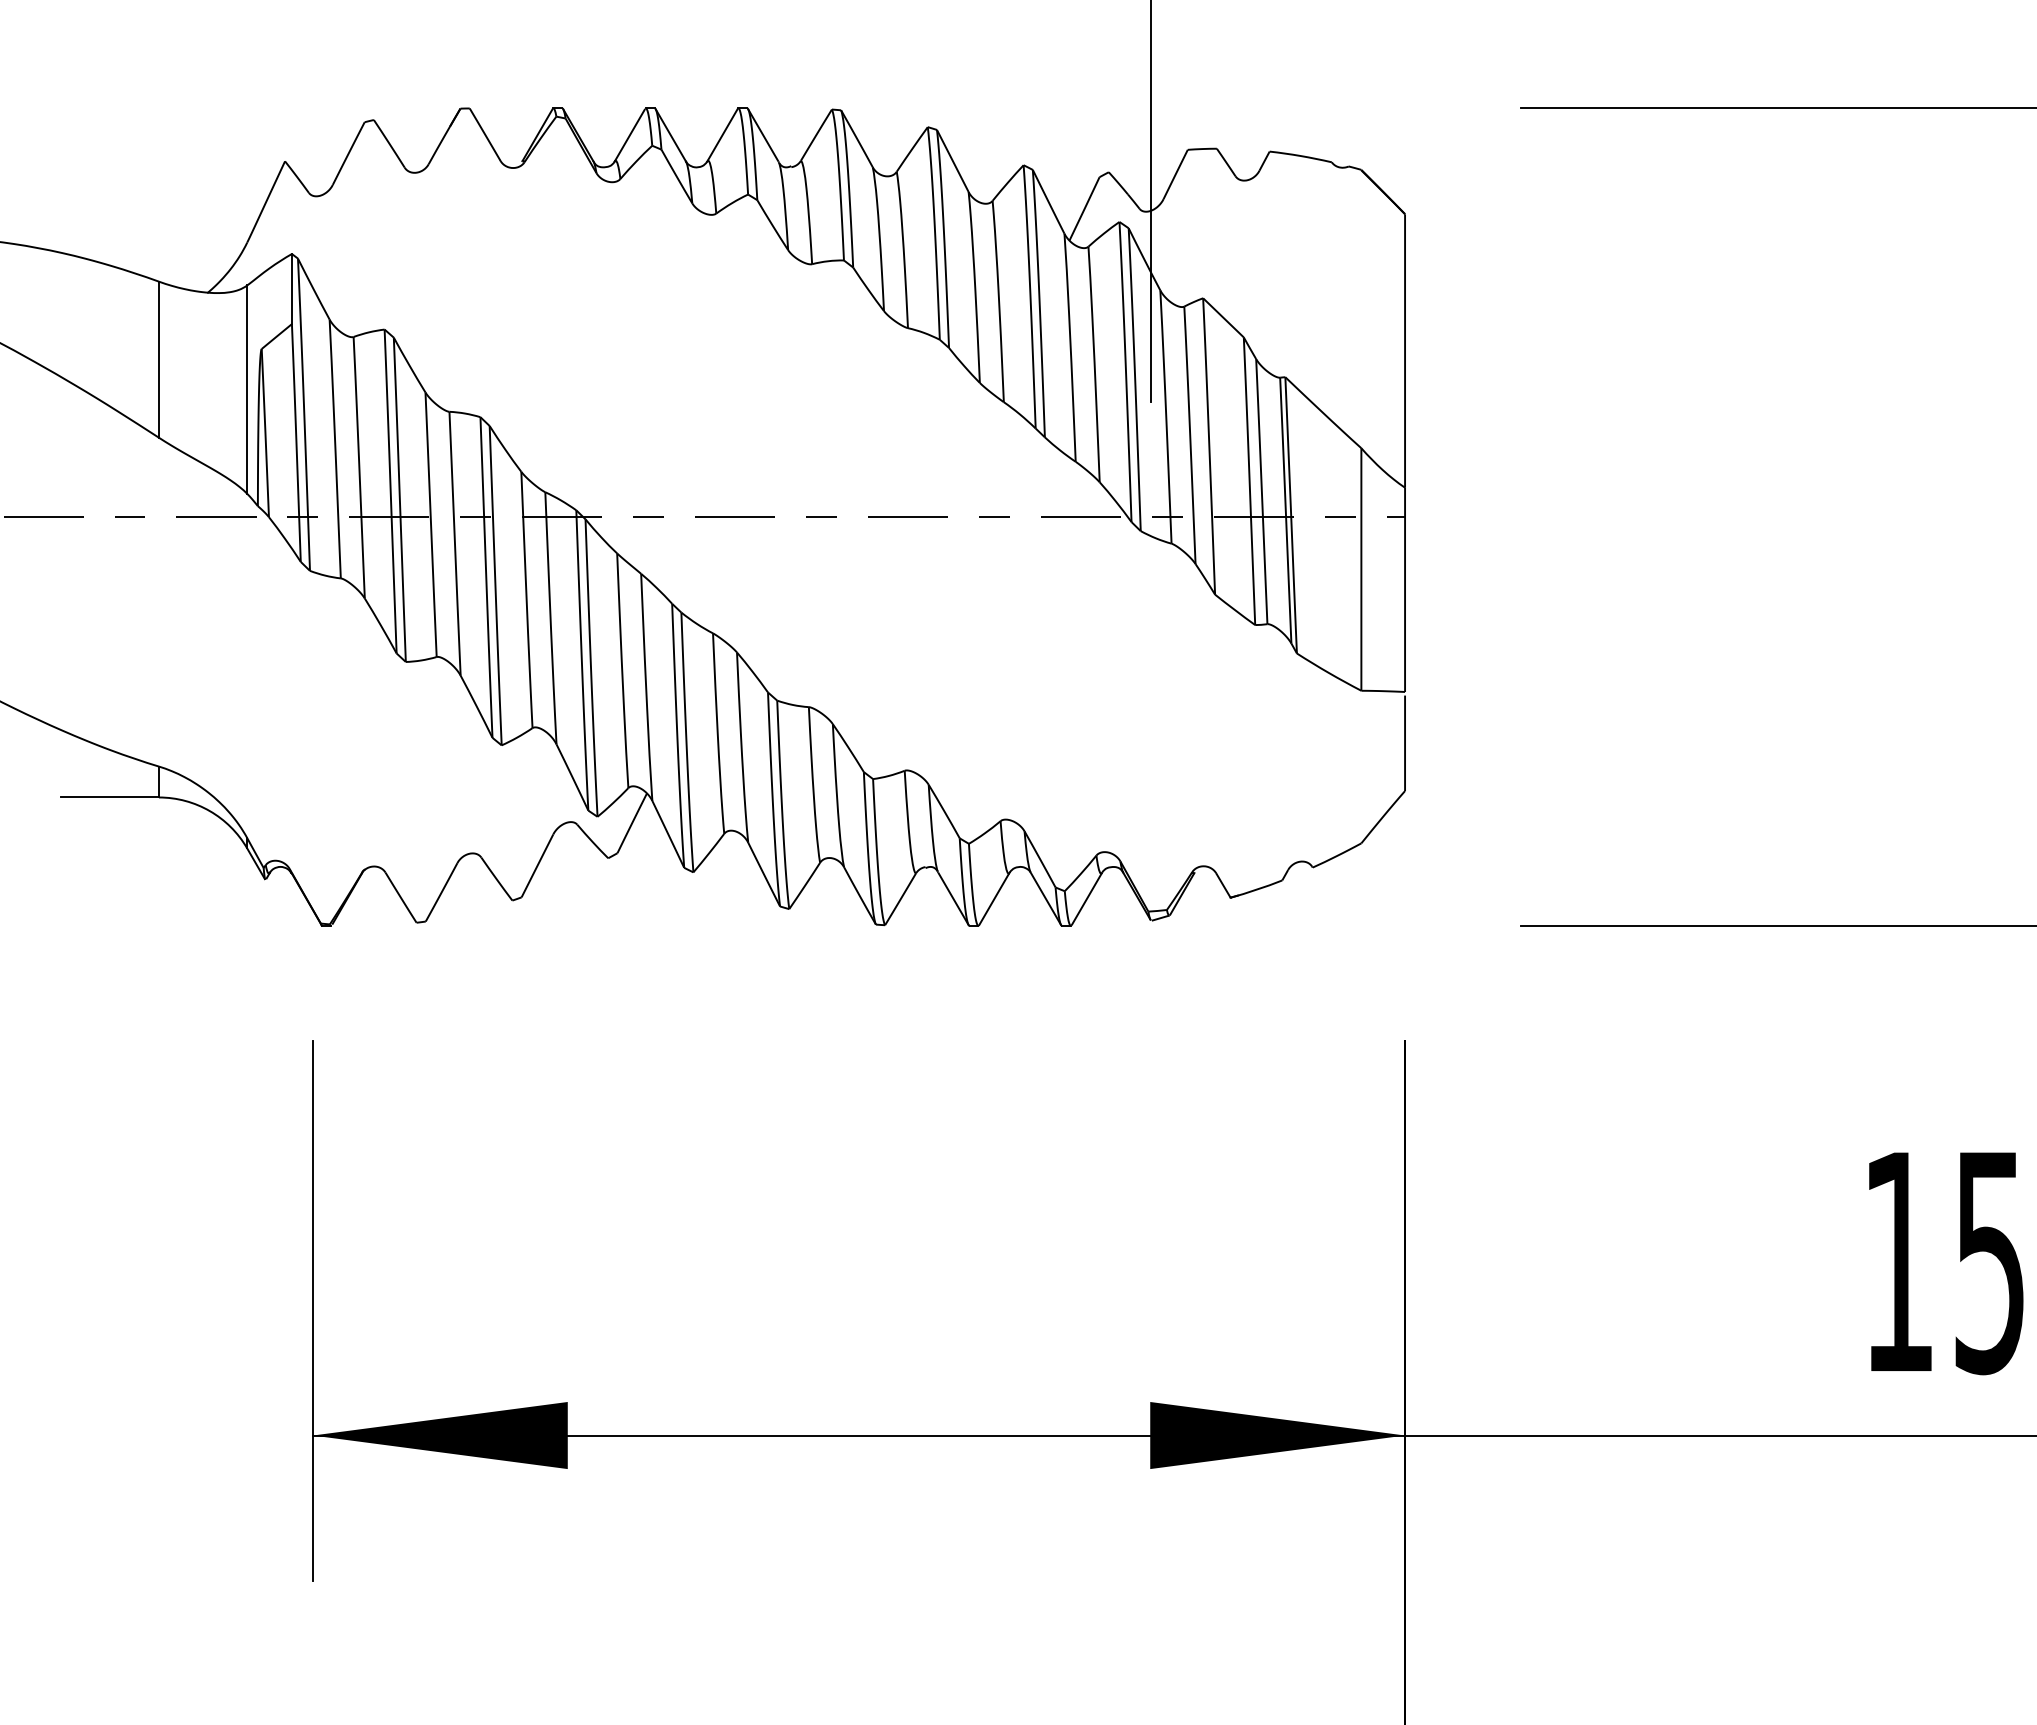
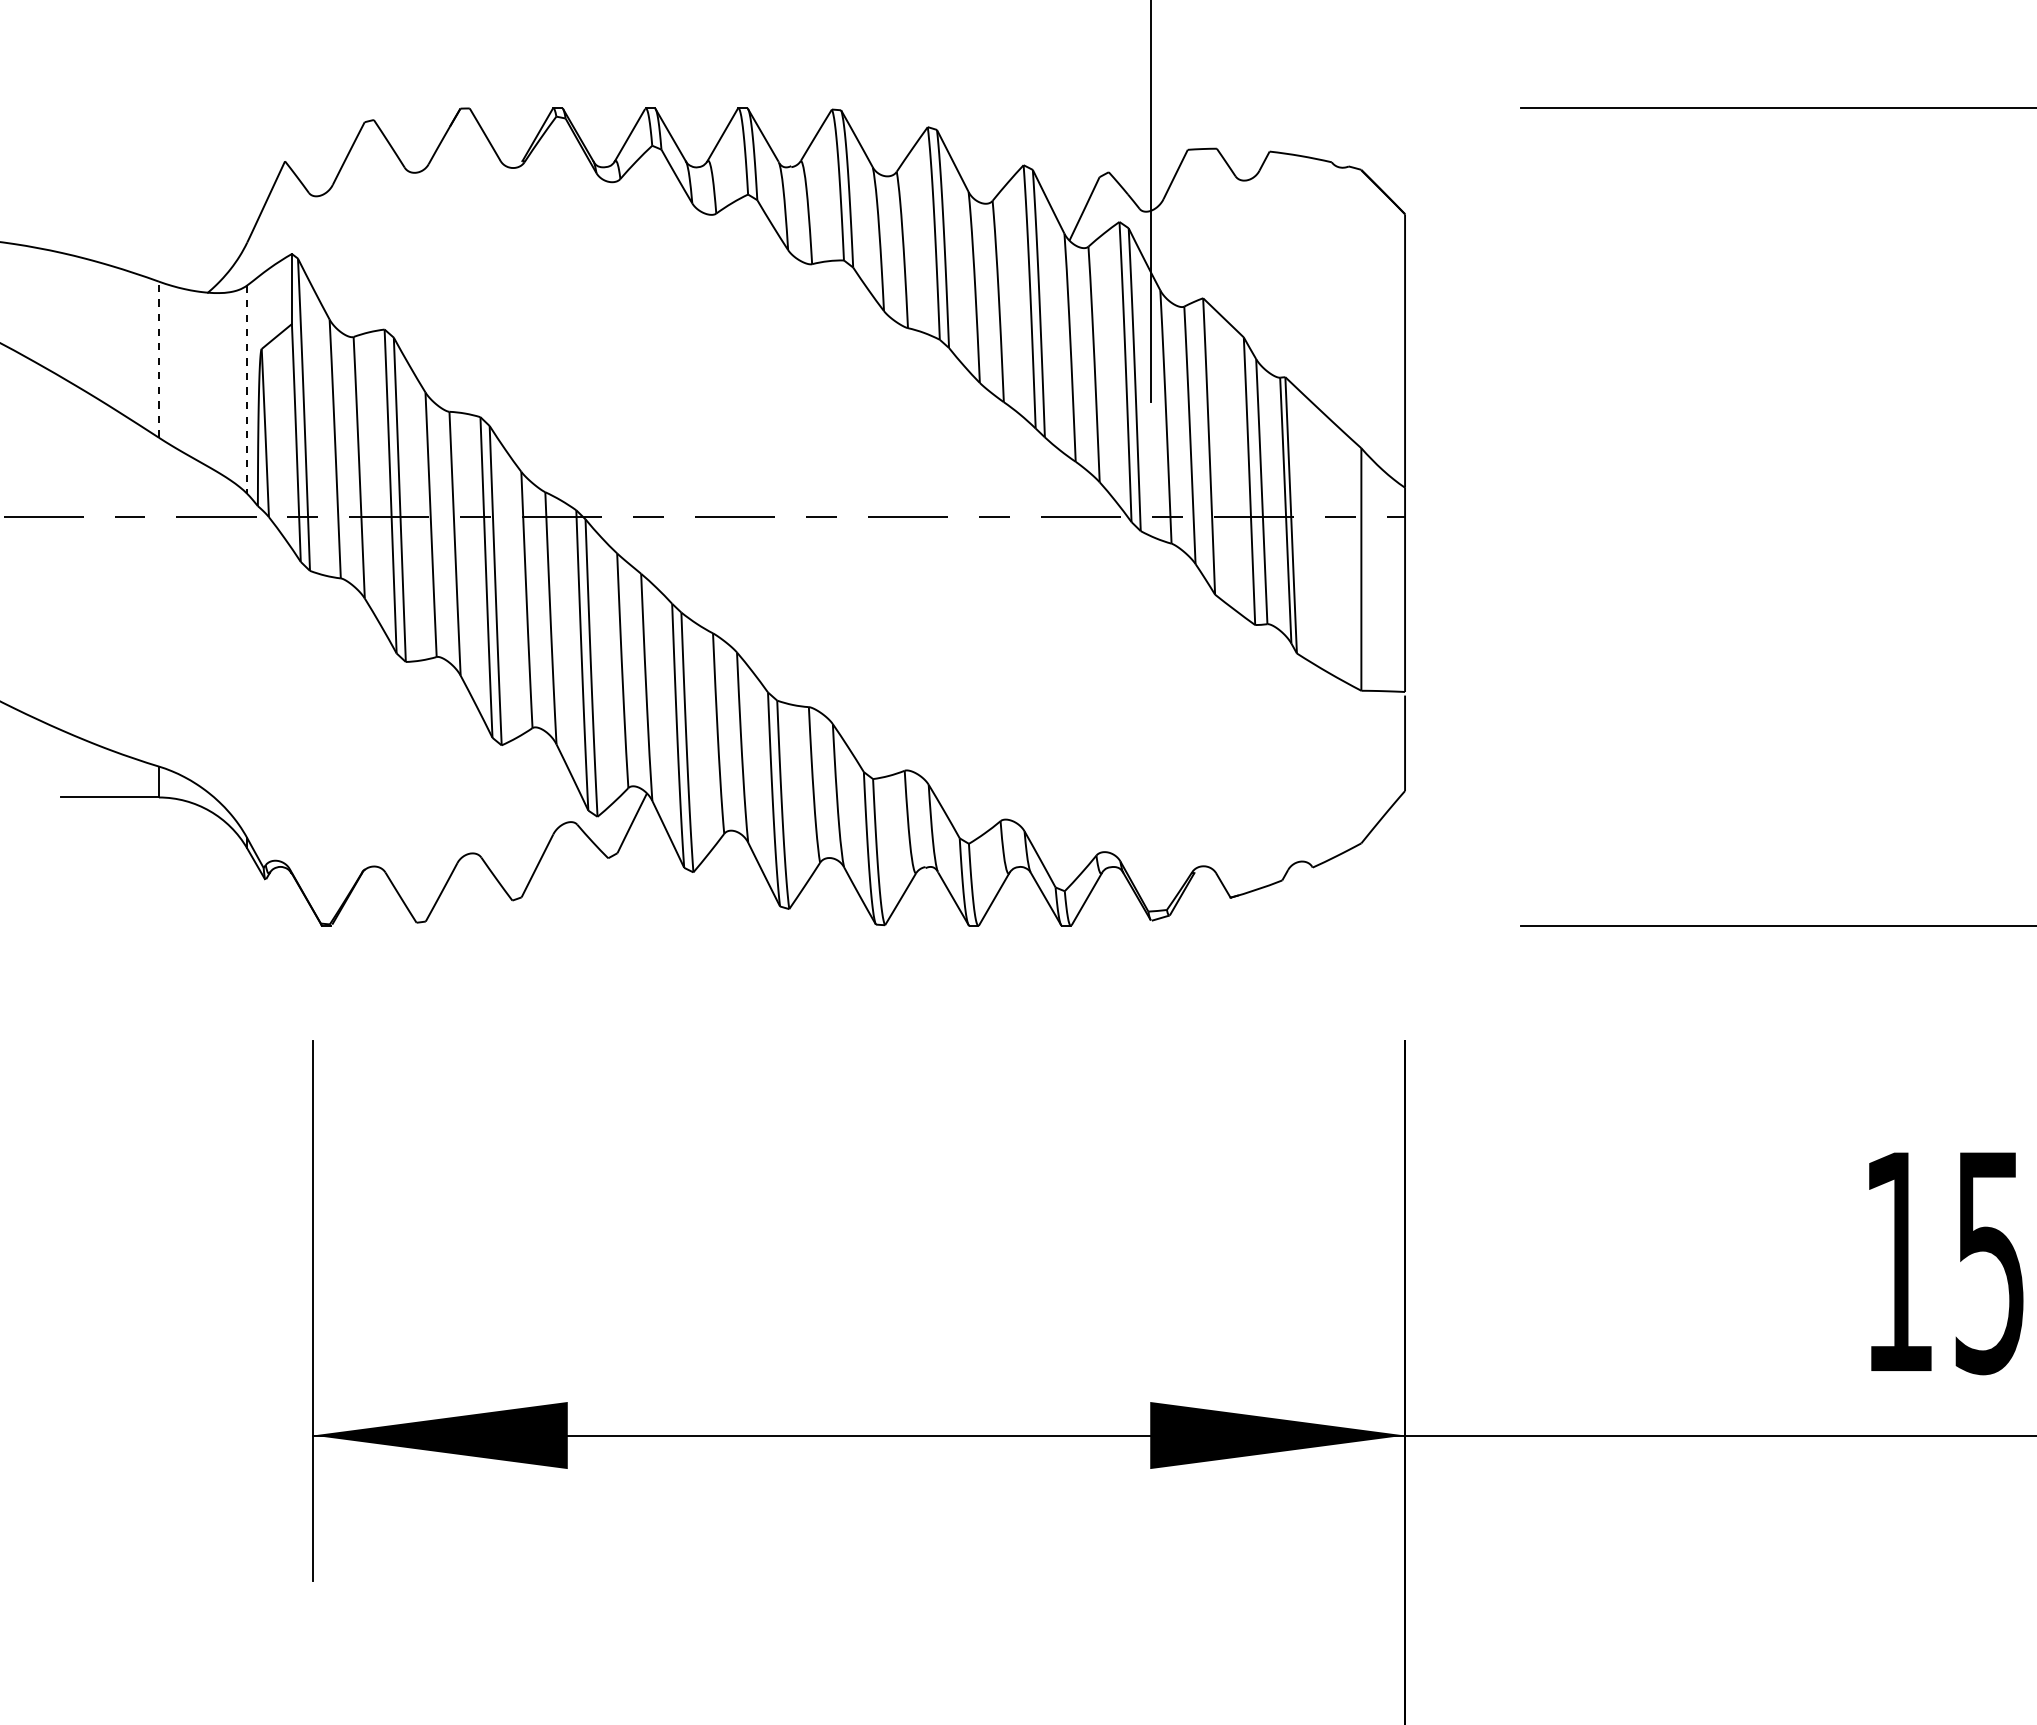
line at (158, 359): solid -> dashed
line at (247, 390): solid -> dashed
